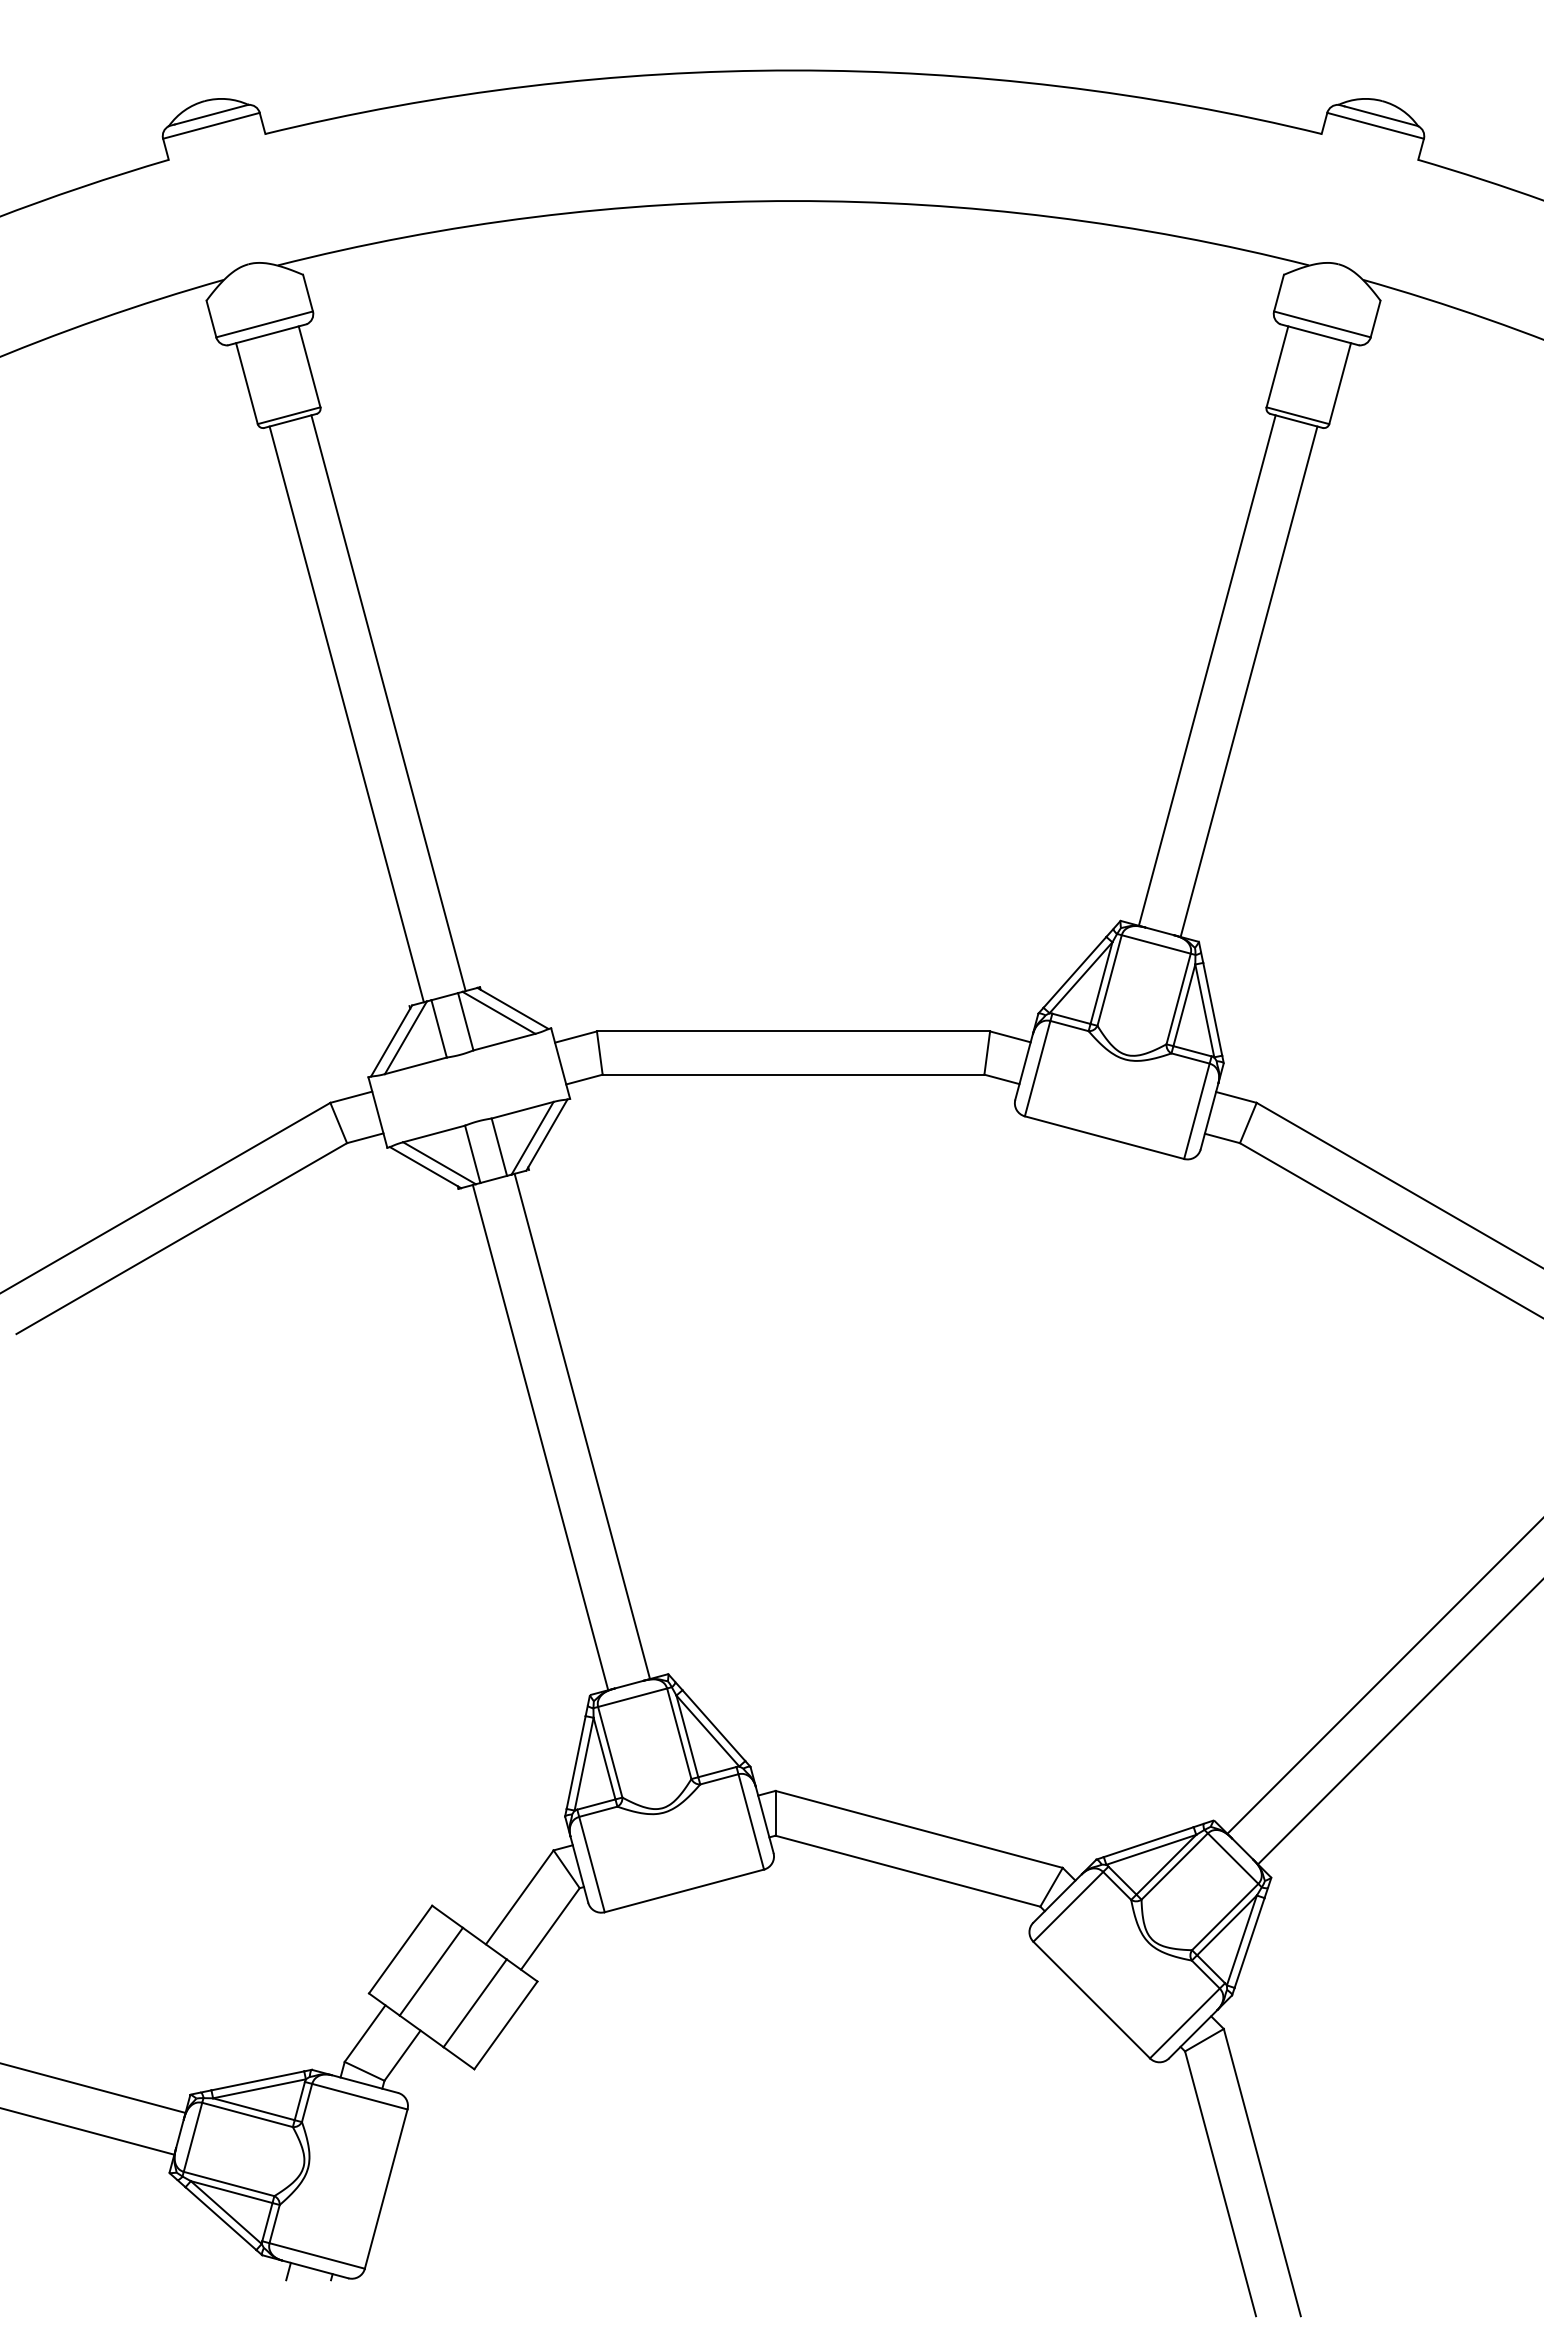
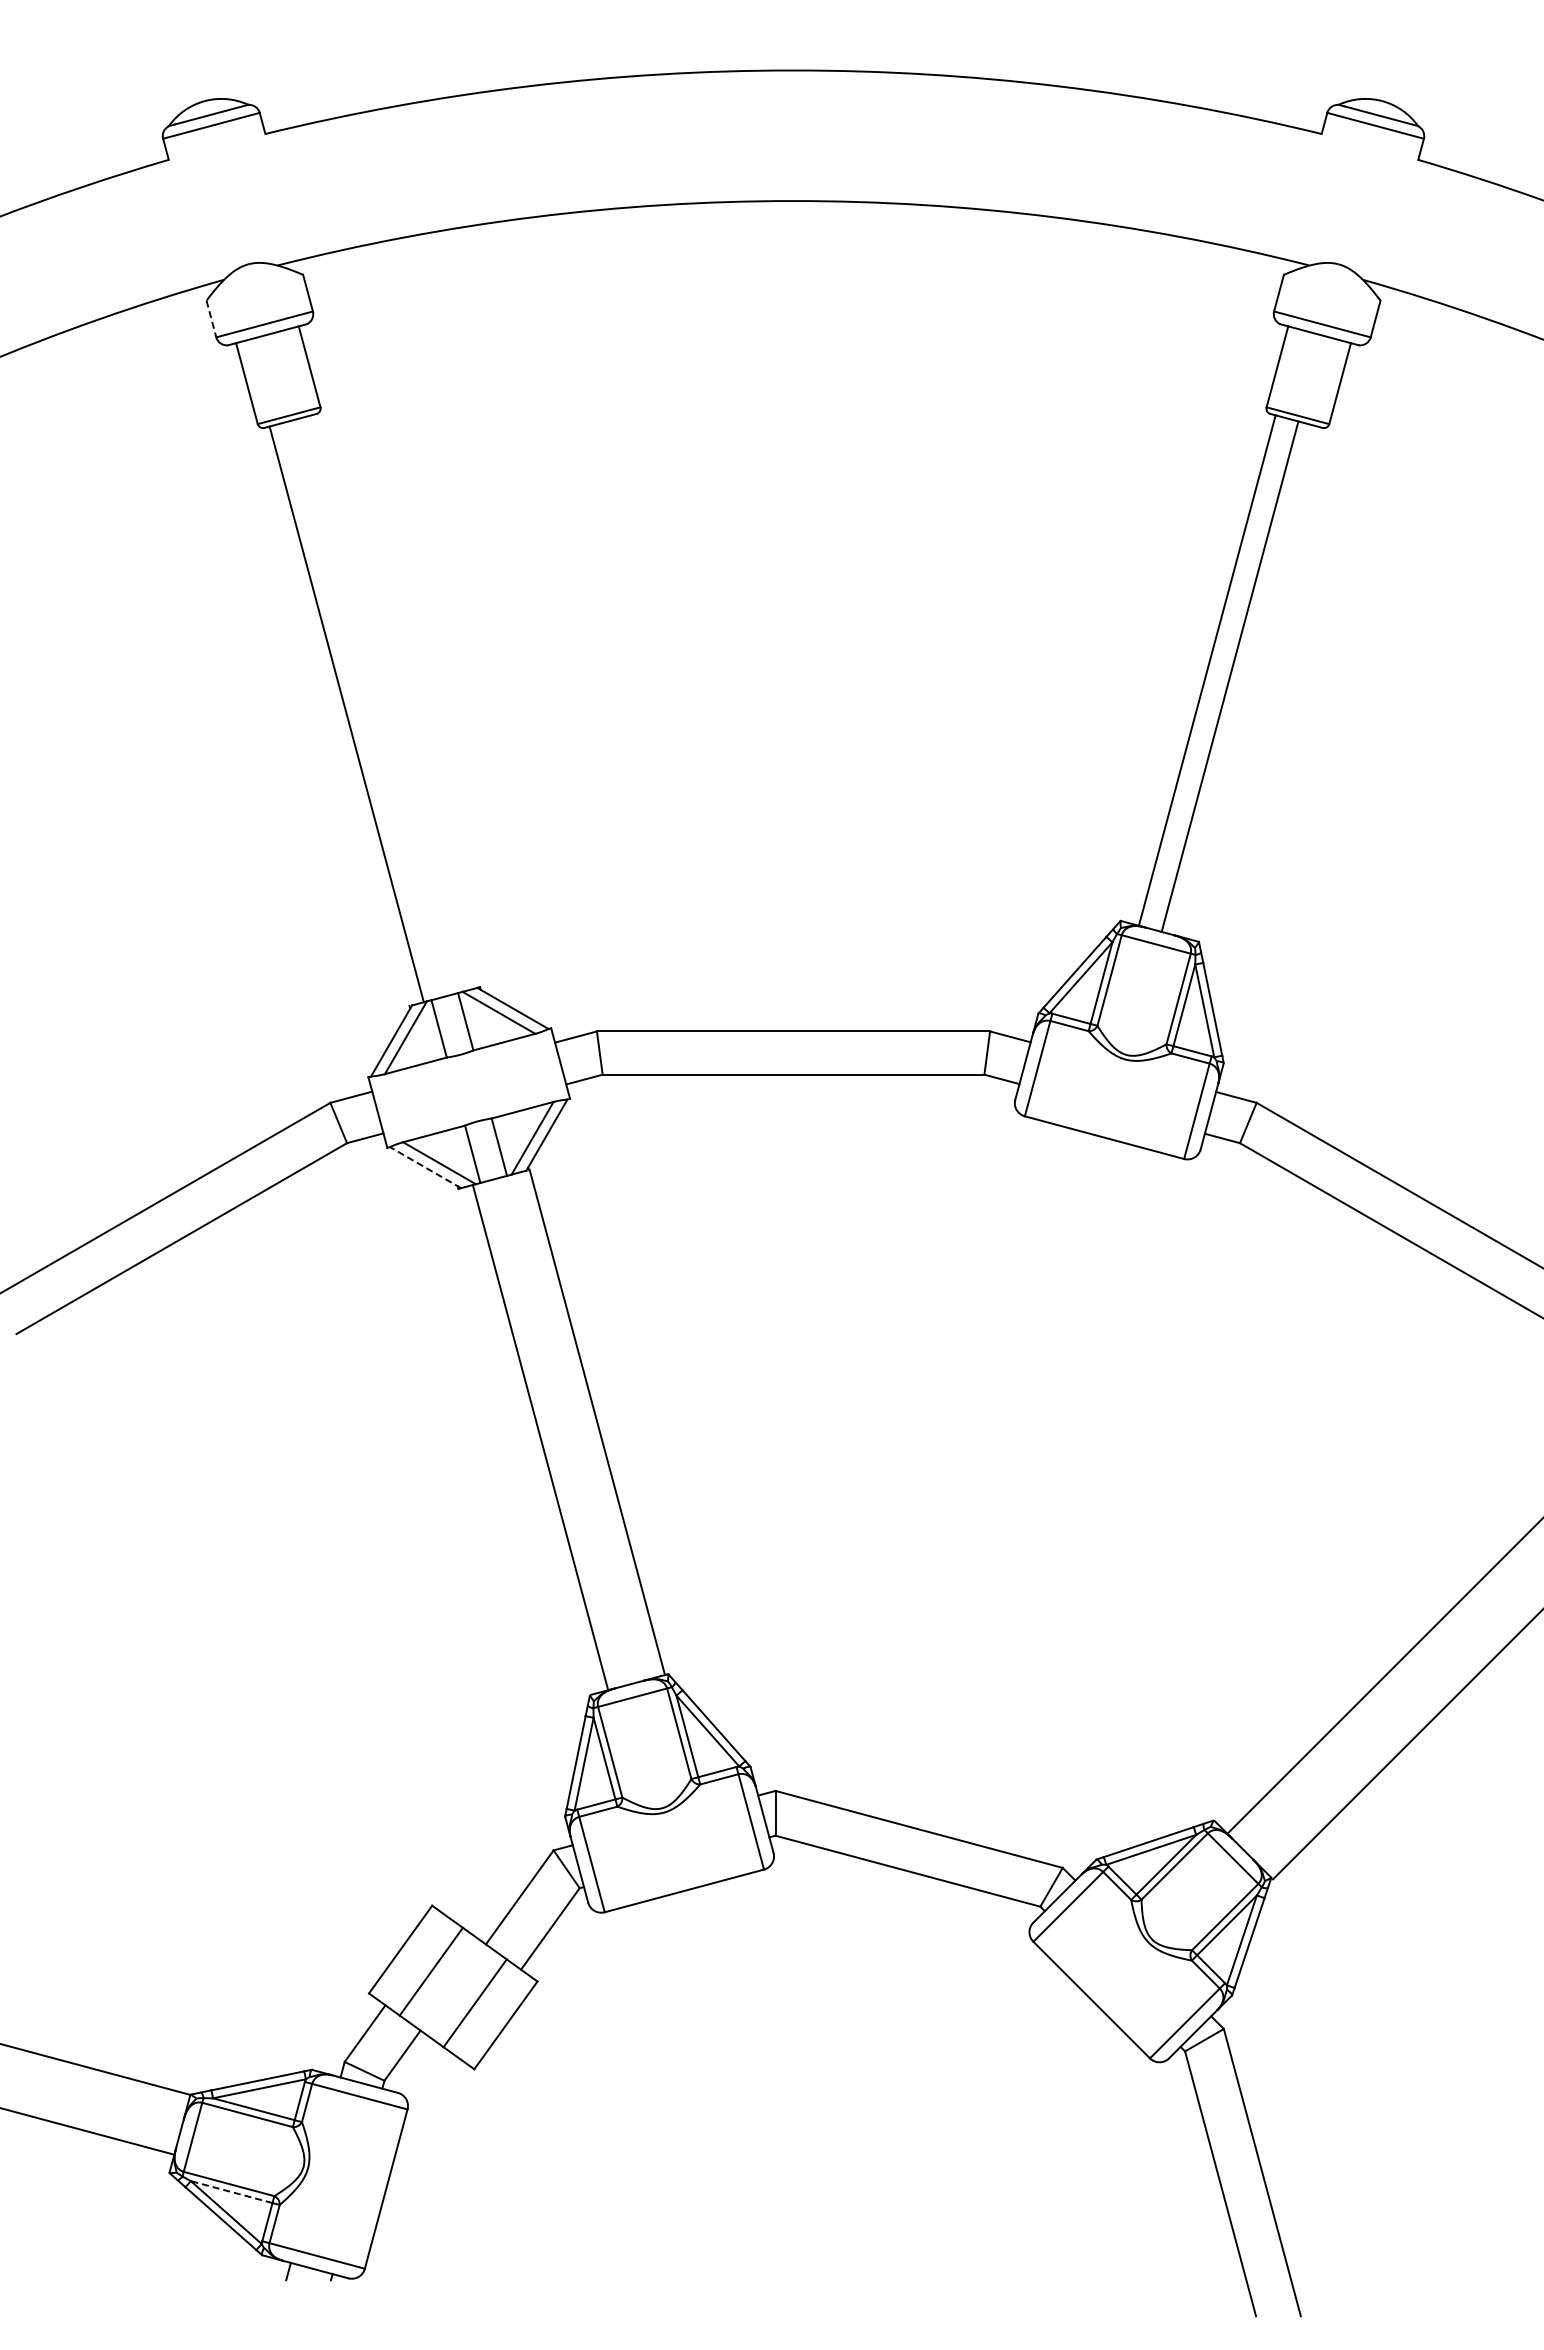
line at (211, 319): solid -> dashed
line at (1248, 681) position: (1248, 681) -> (1229, 676)
line at (388, 703): present -> none
line at (425, 1167): solid -> dashed
line at (582, 1426) position: (582, 1426) -> (597, 1422)
line at (1398, 1722) position: (1398, 1722) -> (1406, 1745)
line at (93, 2087) position: (93, 2087) -> (96, 2069)
line at (231, 2191): solid -> dashed
